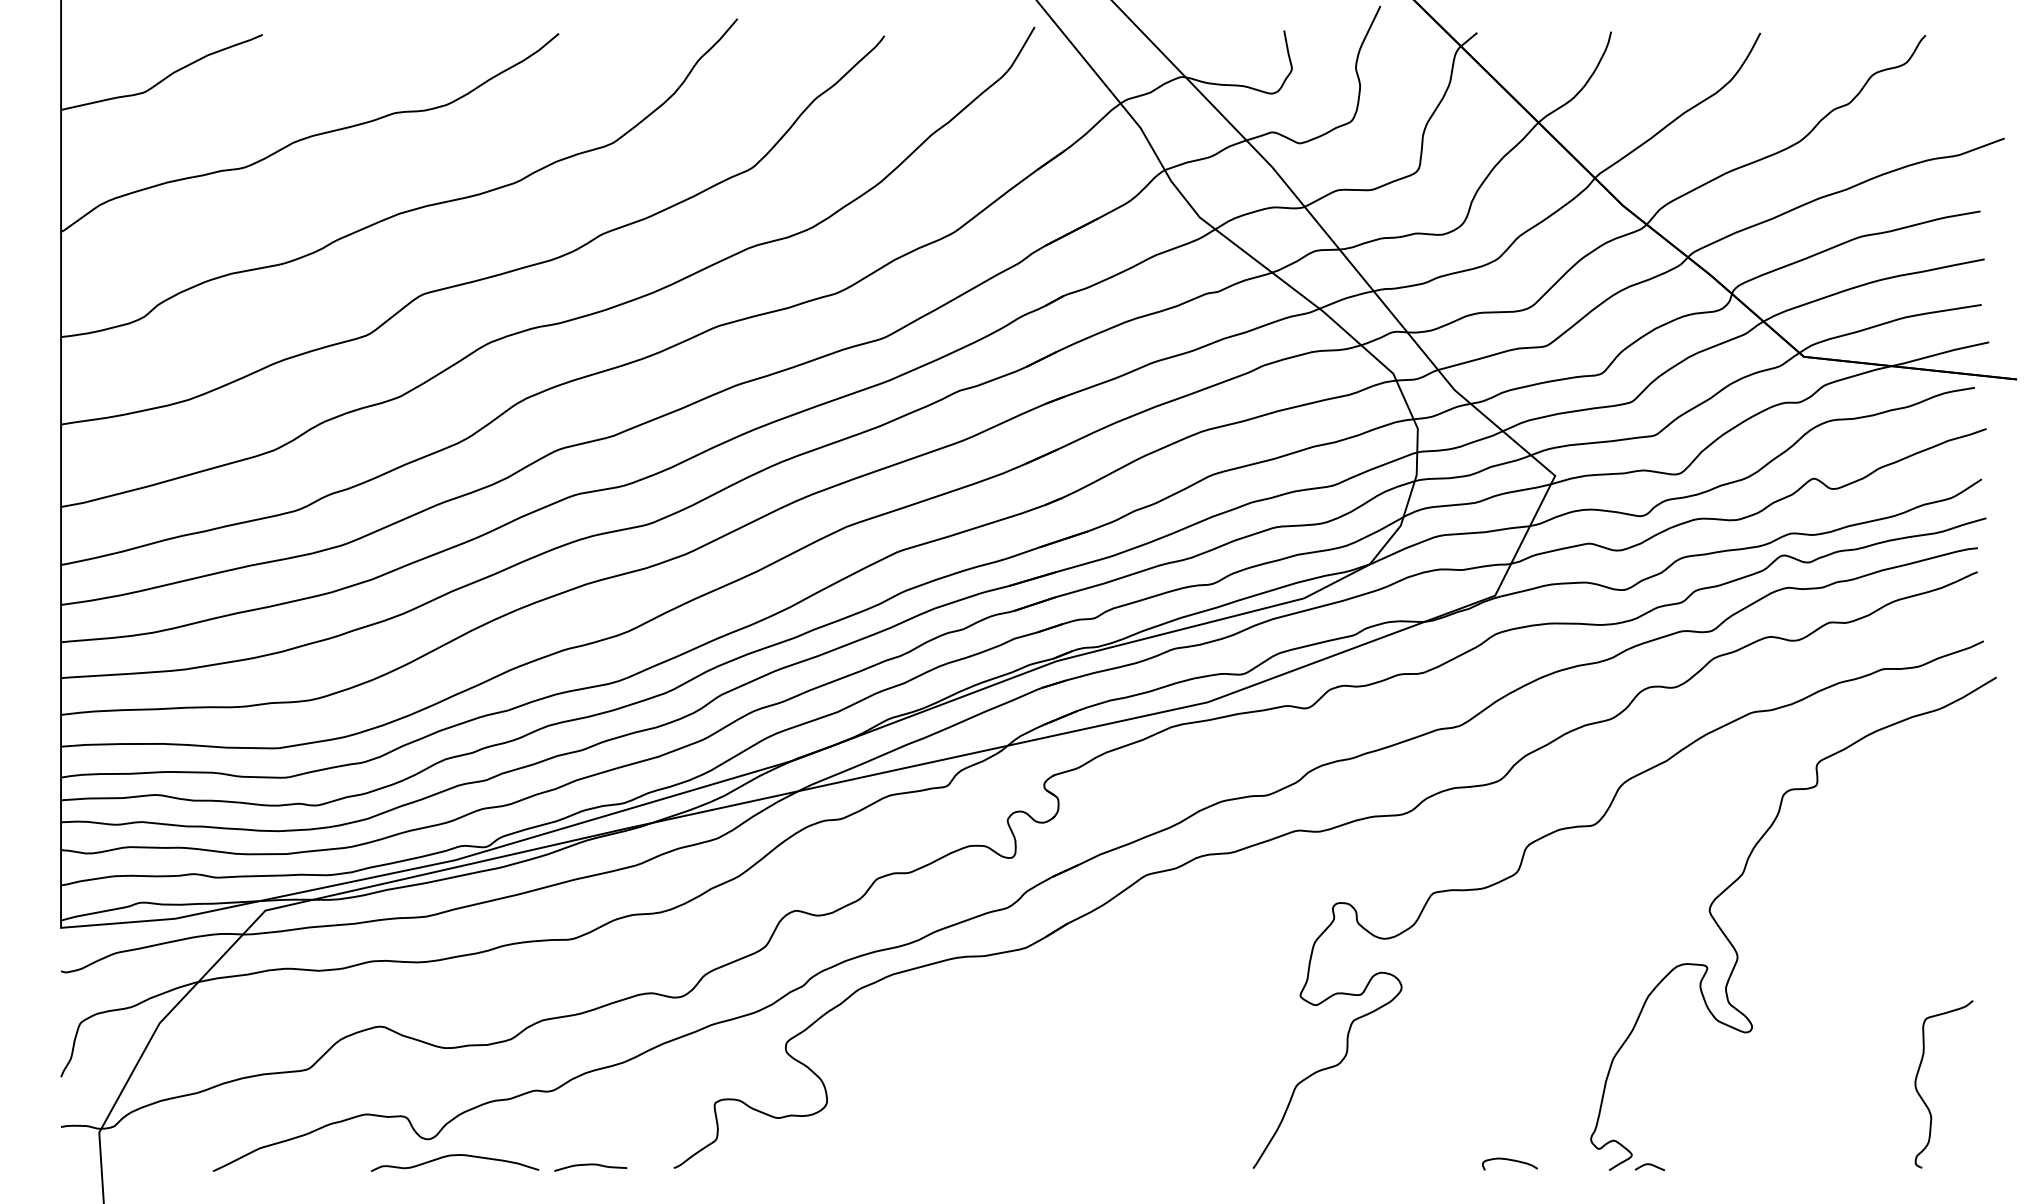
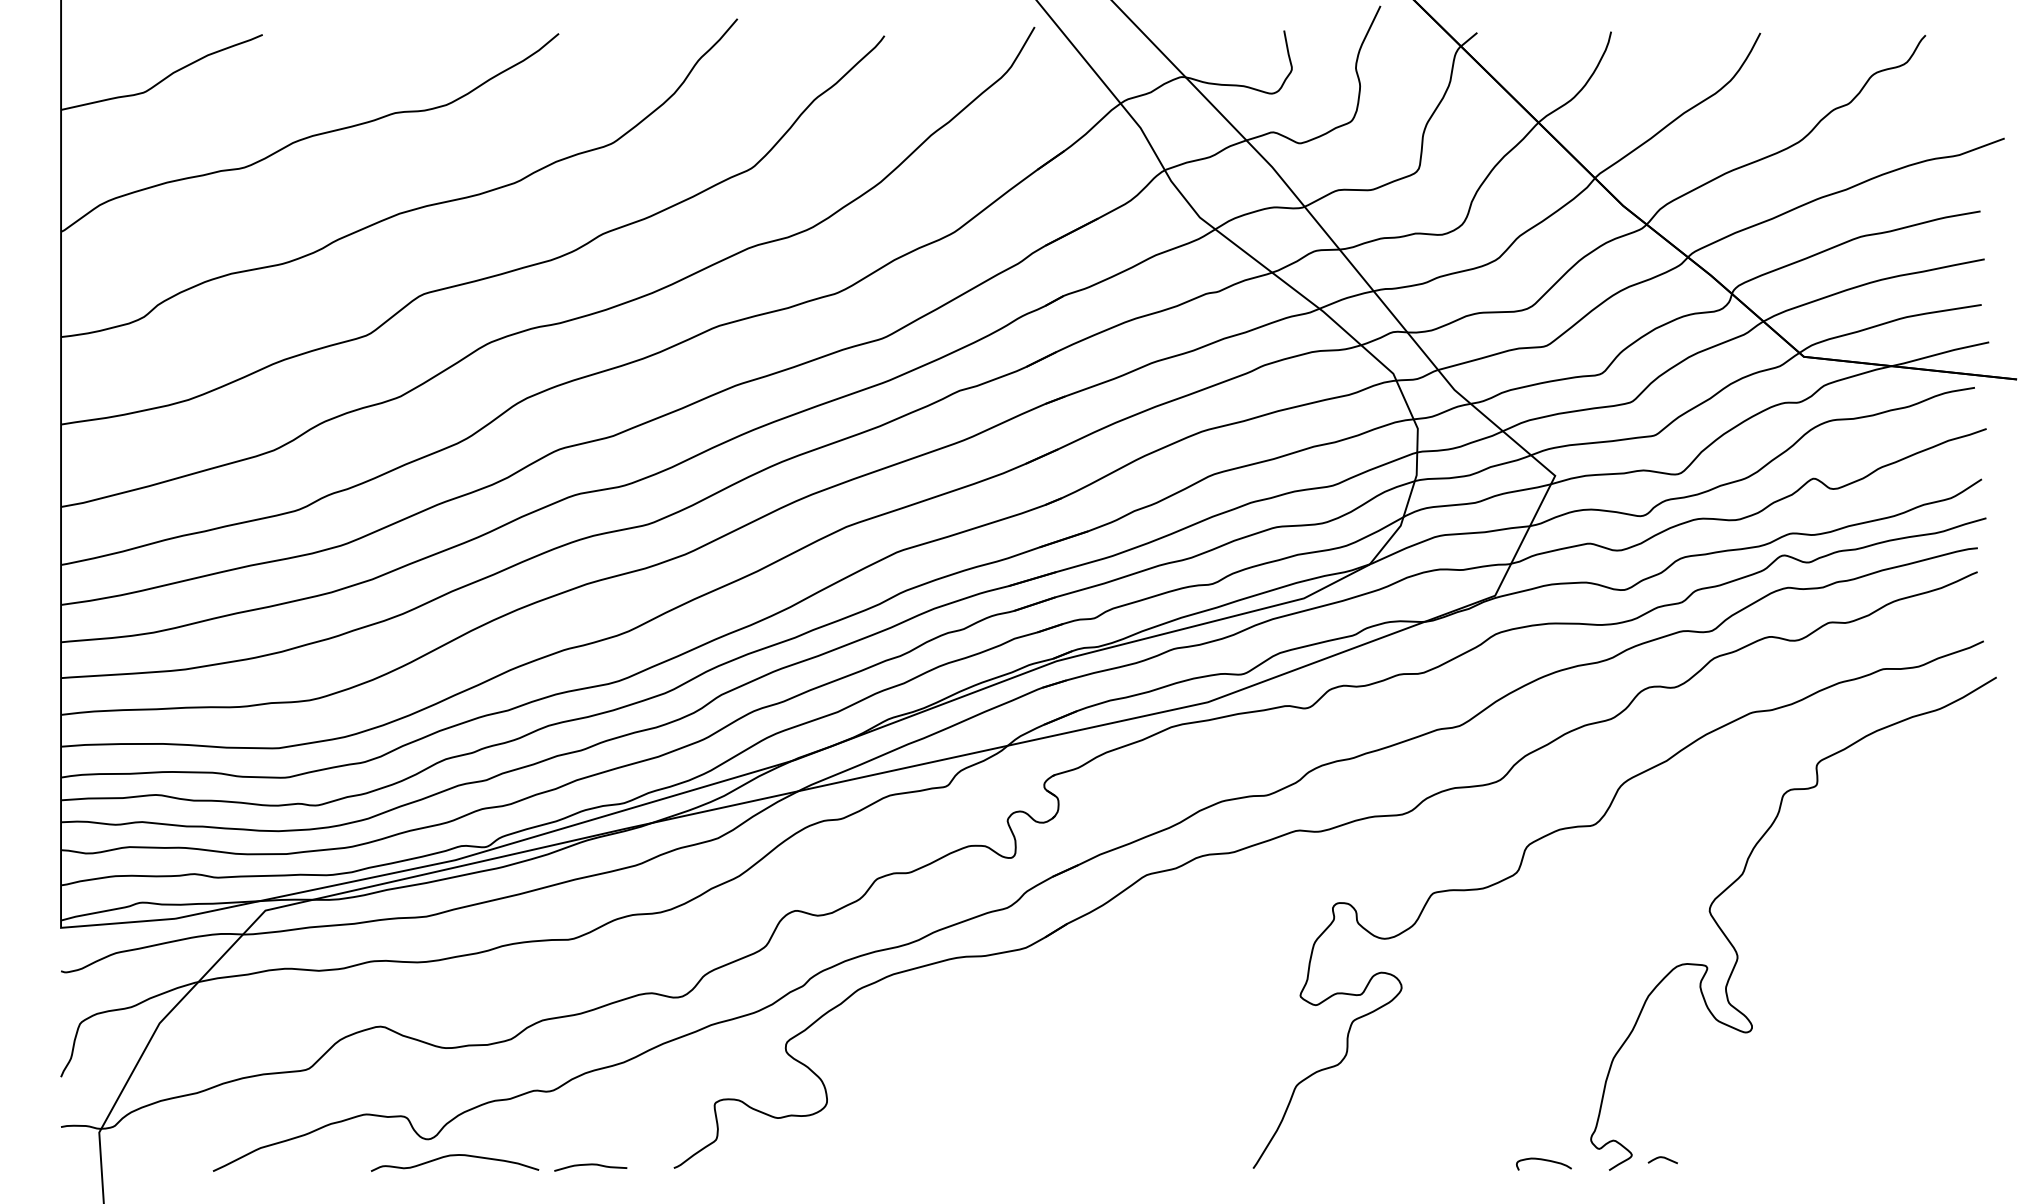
curve at (1922, 1097): present -> none
curve at (1509, 1160) position: (1509, 1160) -> (1543, 1160)
curve at (1649, 1165) position: (1649, 1165) -> (1662, 1158)
